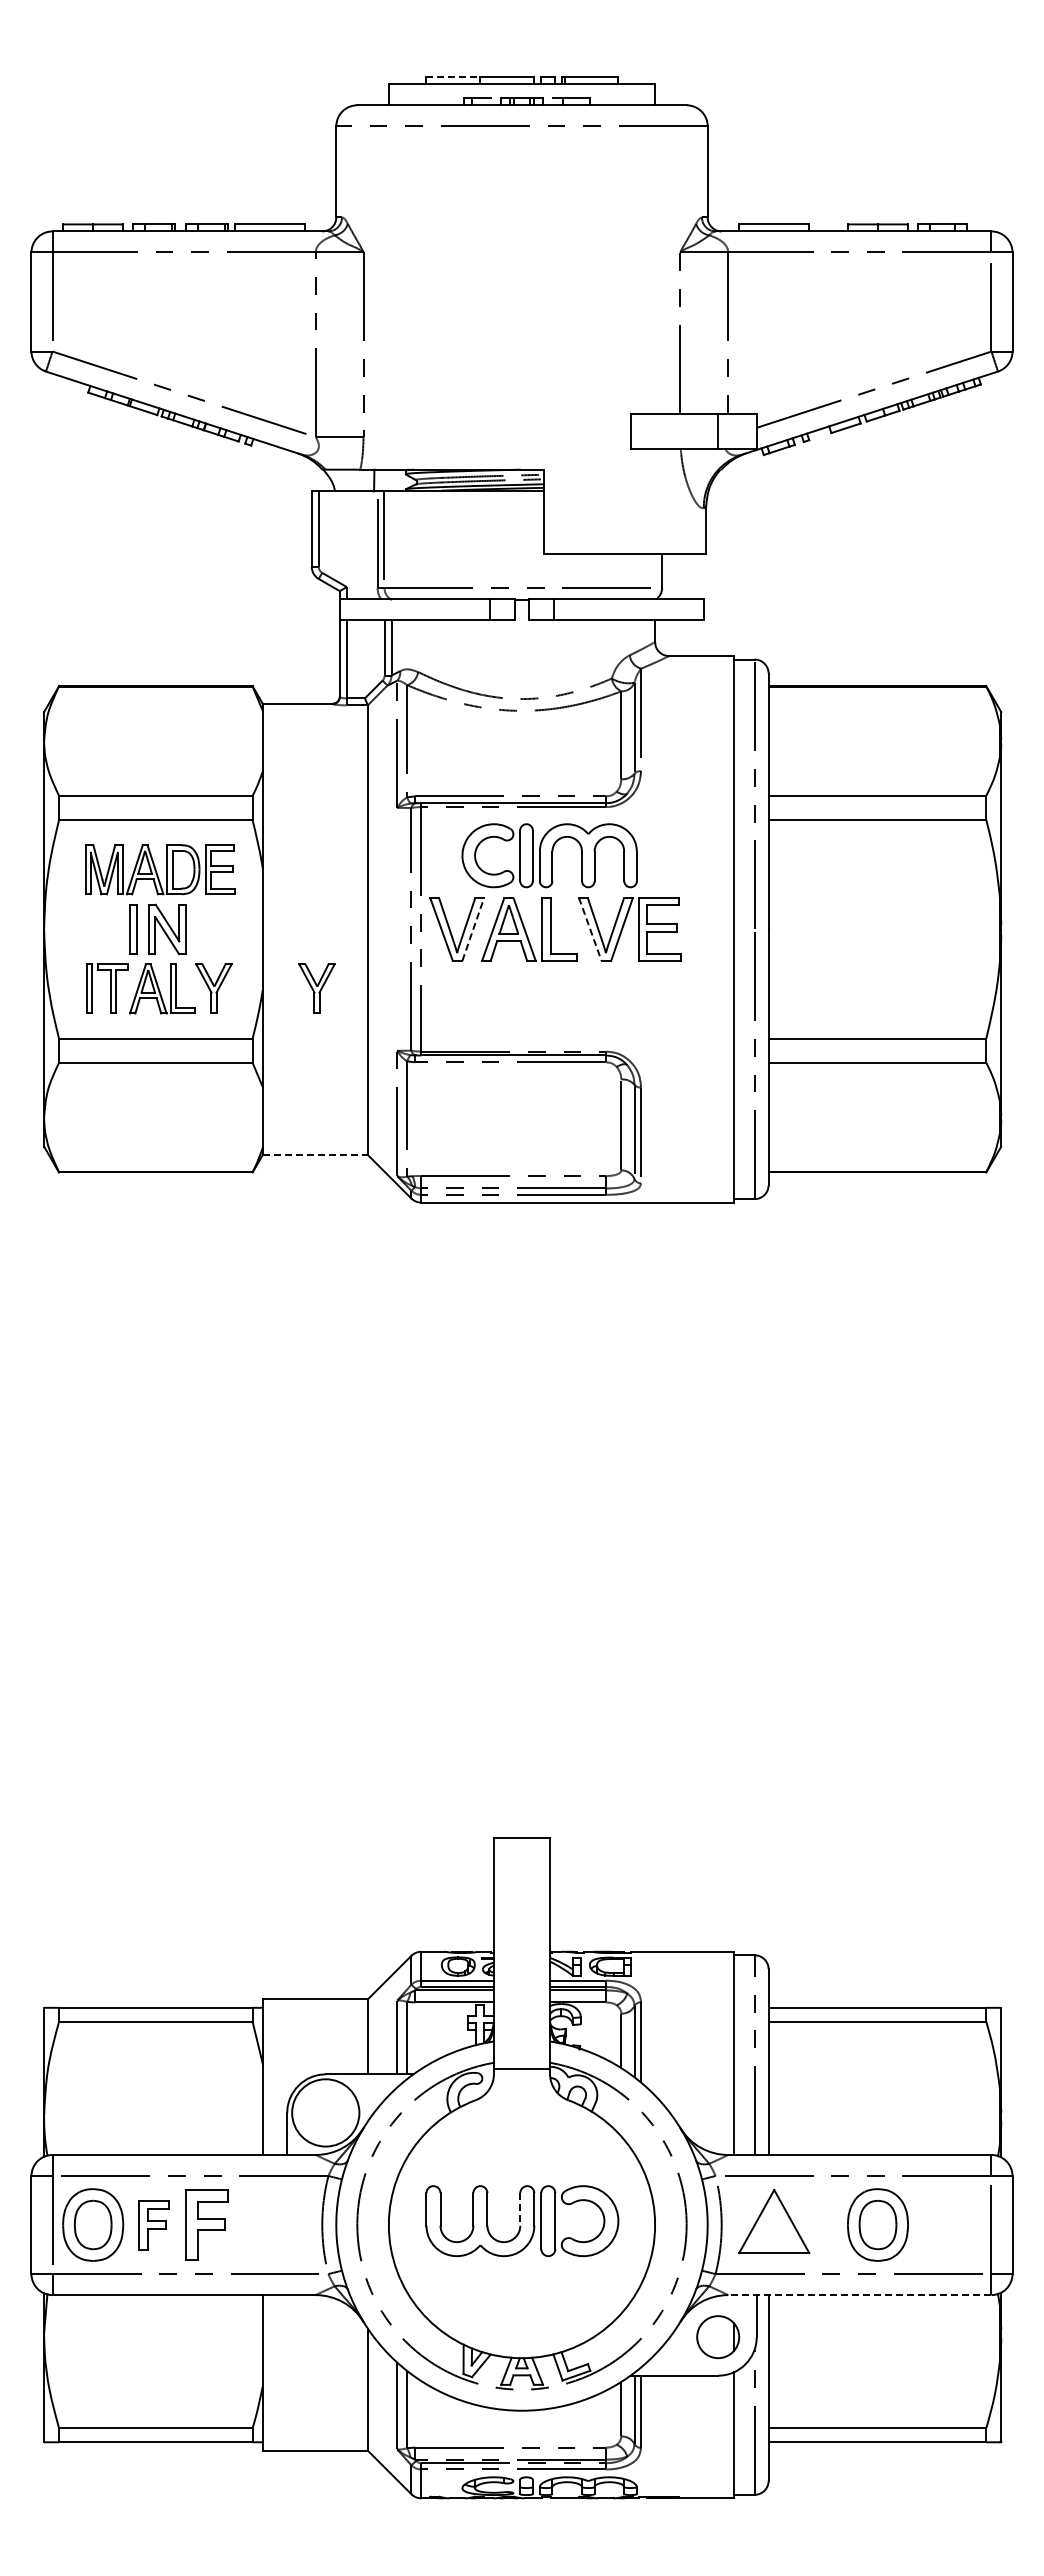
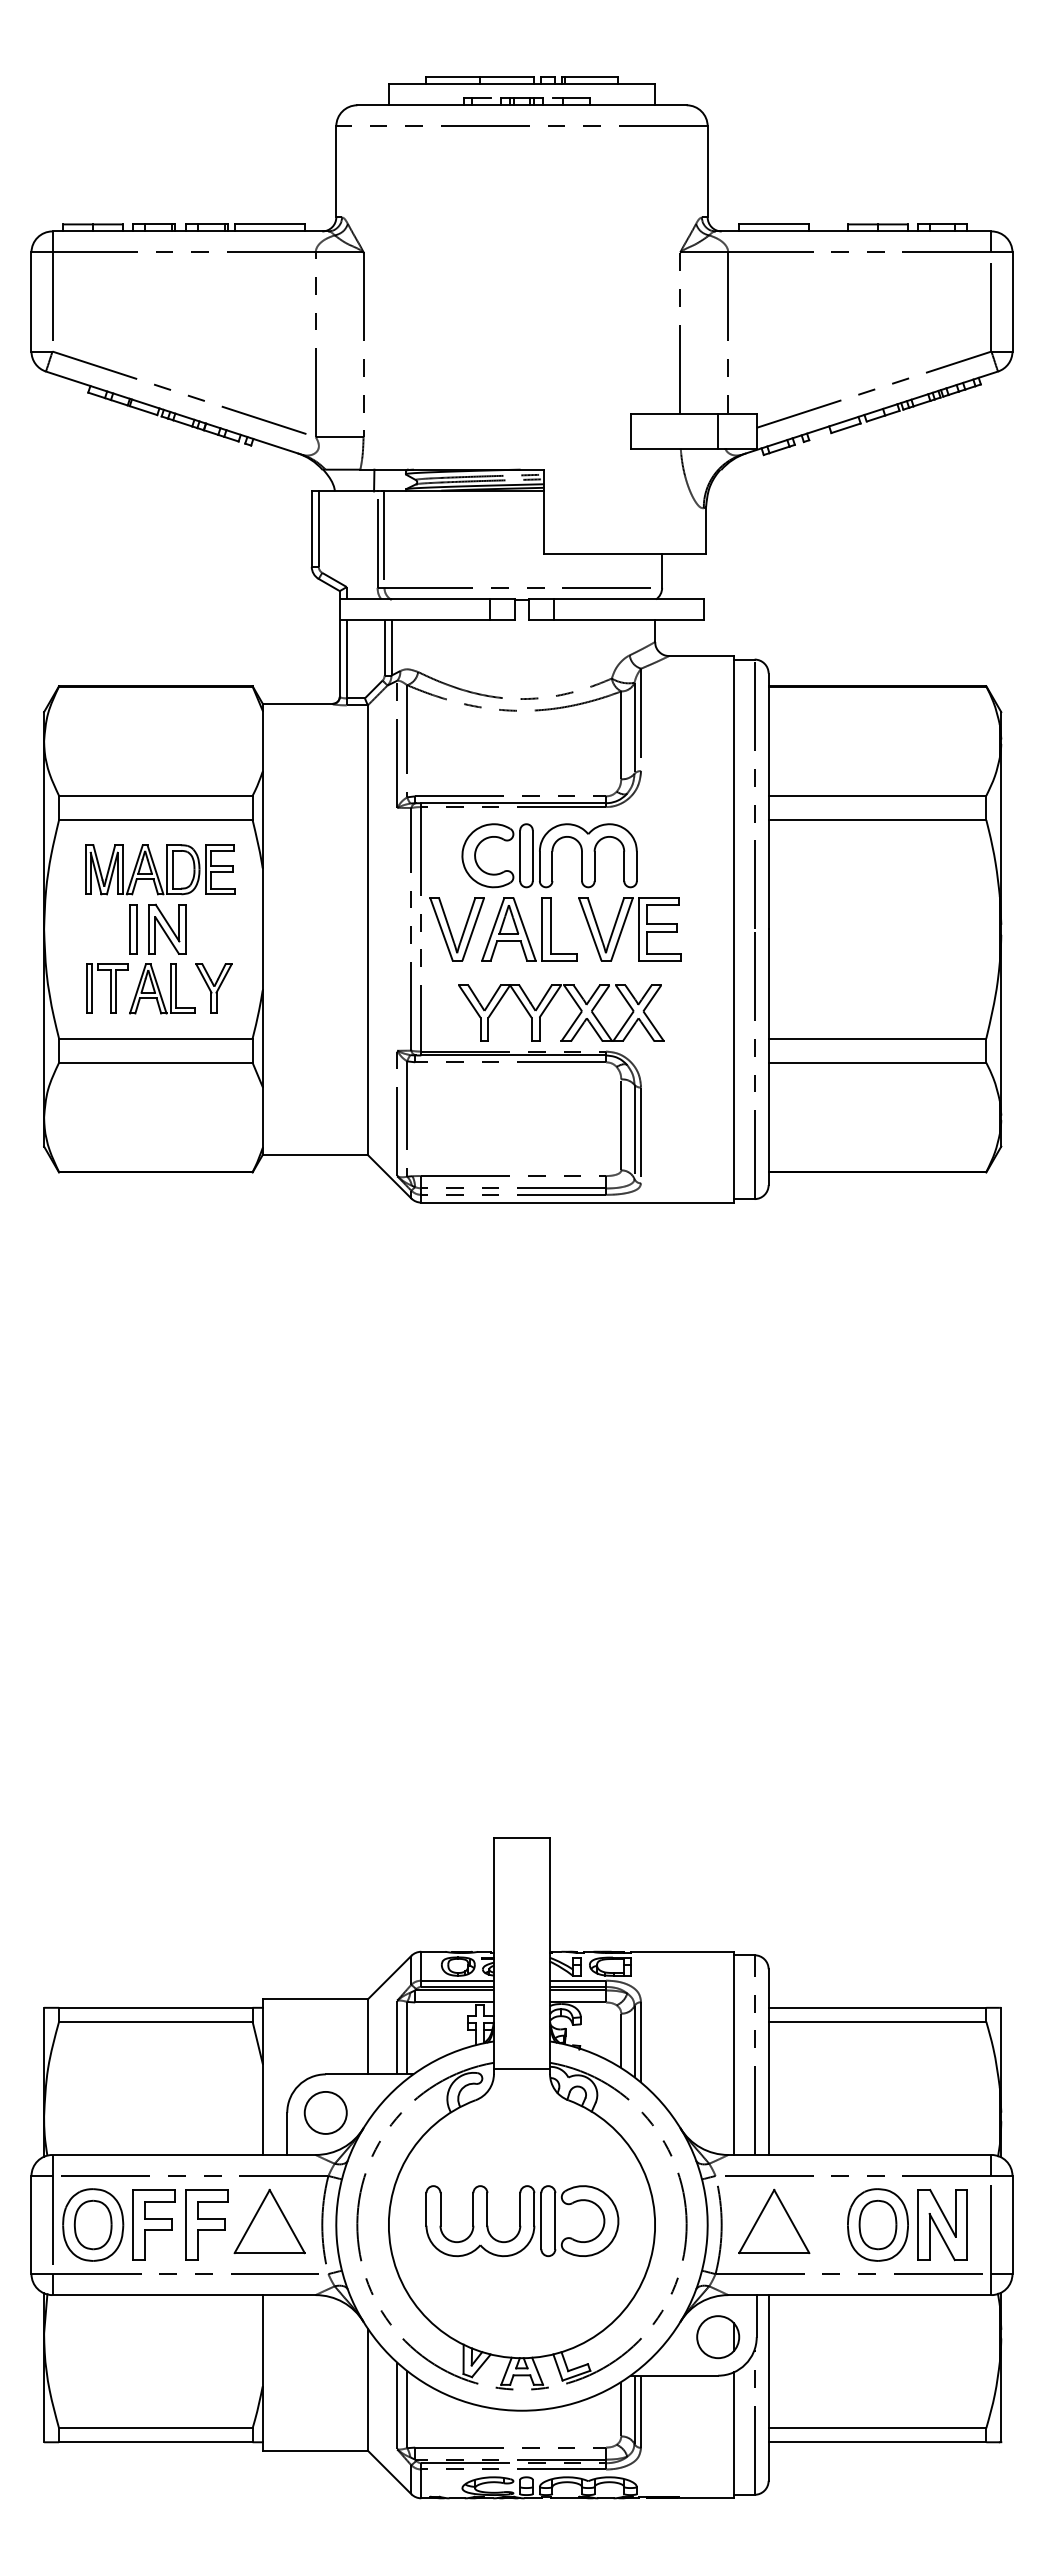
line at (453, 77): dashed -> solid
line at (473, 928): dashed -> solid
line at (590, 929): dashed -> solid
part at (316, 988): present -> none
part at (550, 1003): none -> present
line at (315, 1154): dashed -> solid
circle at (325, 2112) diameter: 67 px -> 42 px
line at (520, 2209): dashed -> solid
part at (269, 2221): none -> present
part at (153, 2225) size: 32x51 px -> 44x72 px
part at (942, 2225): none -> present
line at (859, 2295): dashed -> solid
